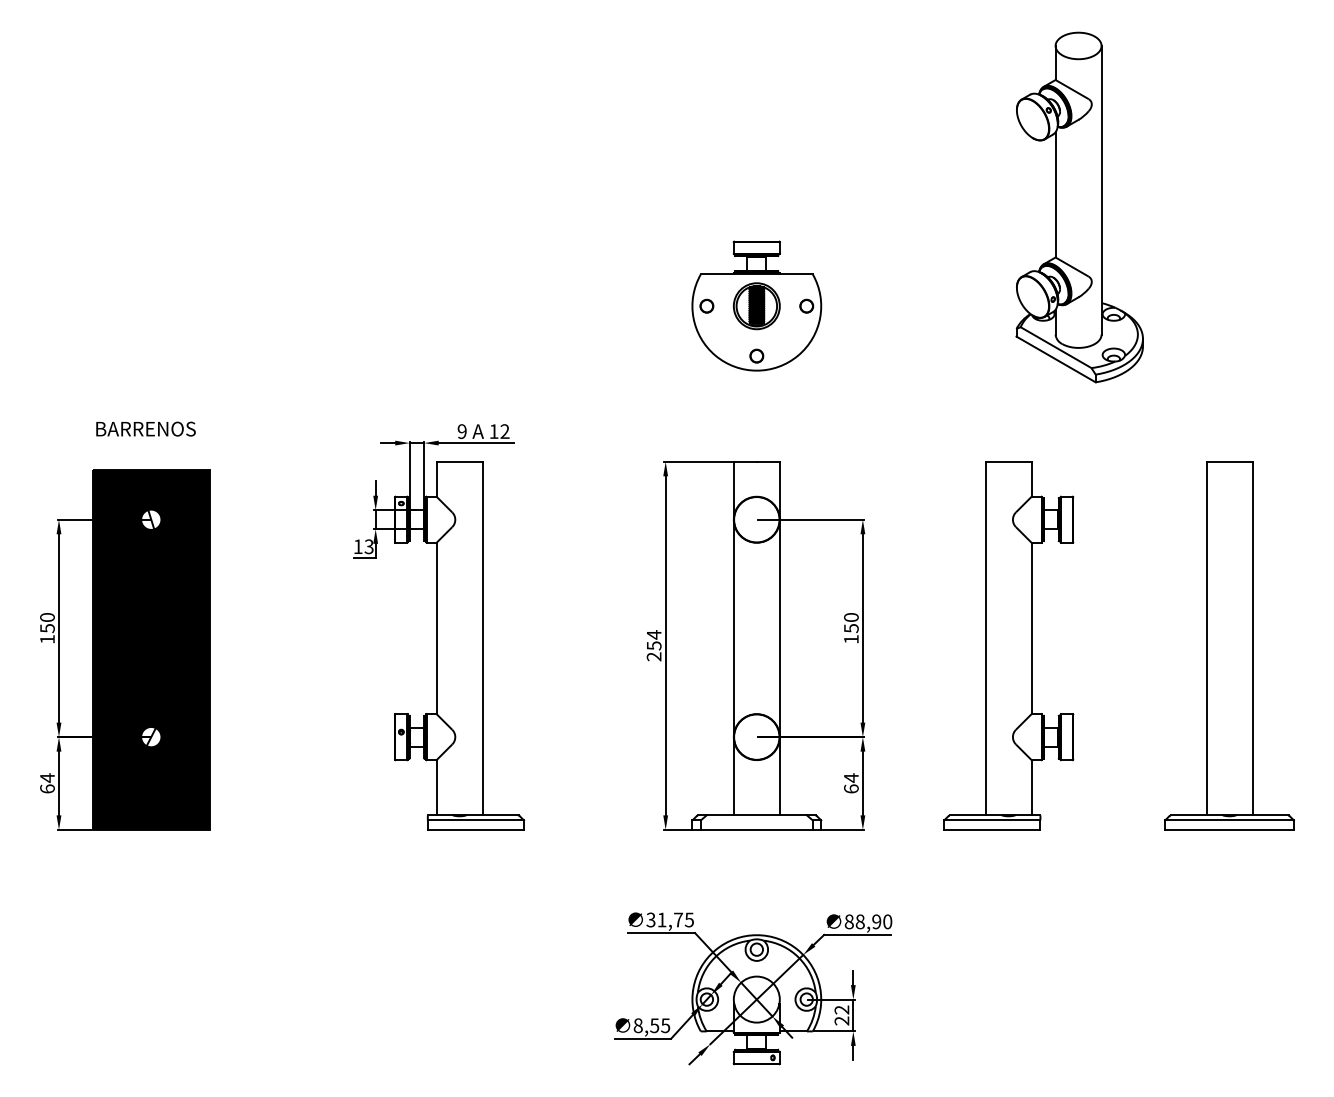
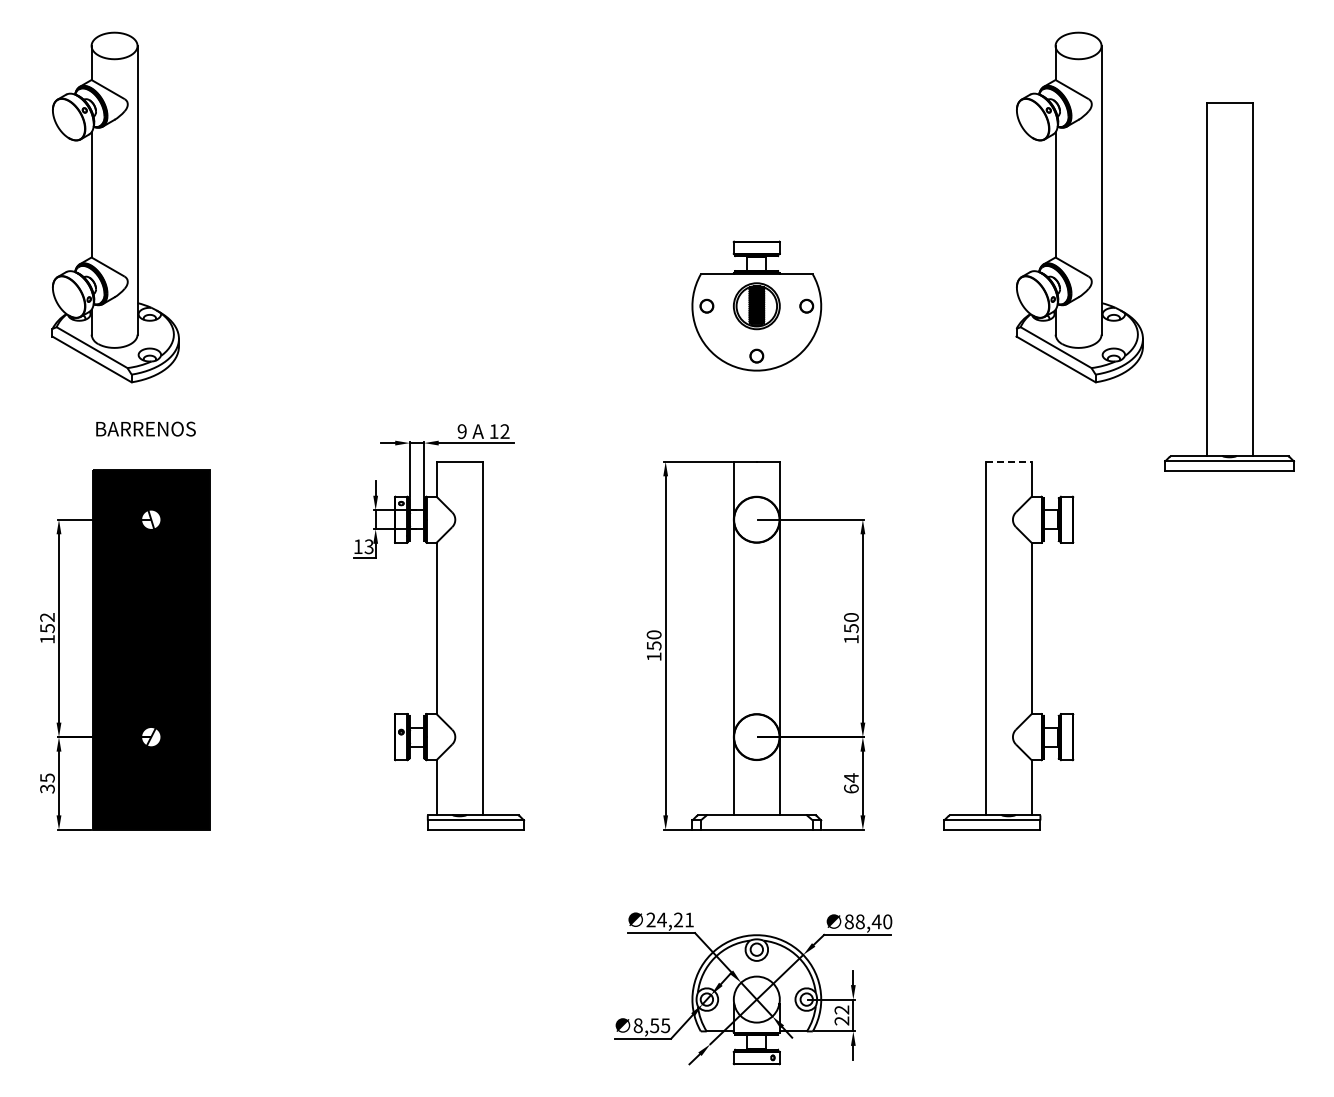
part at (115, 207): none -> present
line at (1009, 461): solid -> dashed
text at (47, 617): 150 -> 152
text at (653, 645): 254 -> 150
part at (1229, 645) position: (1229, 645) -> (1229, 286)
text at (47, 783): 64 -> 35
text at (669, 919): 31,75 -> 24,21
text at (876, 921): 88,90 -> 88,40
